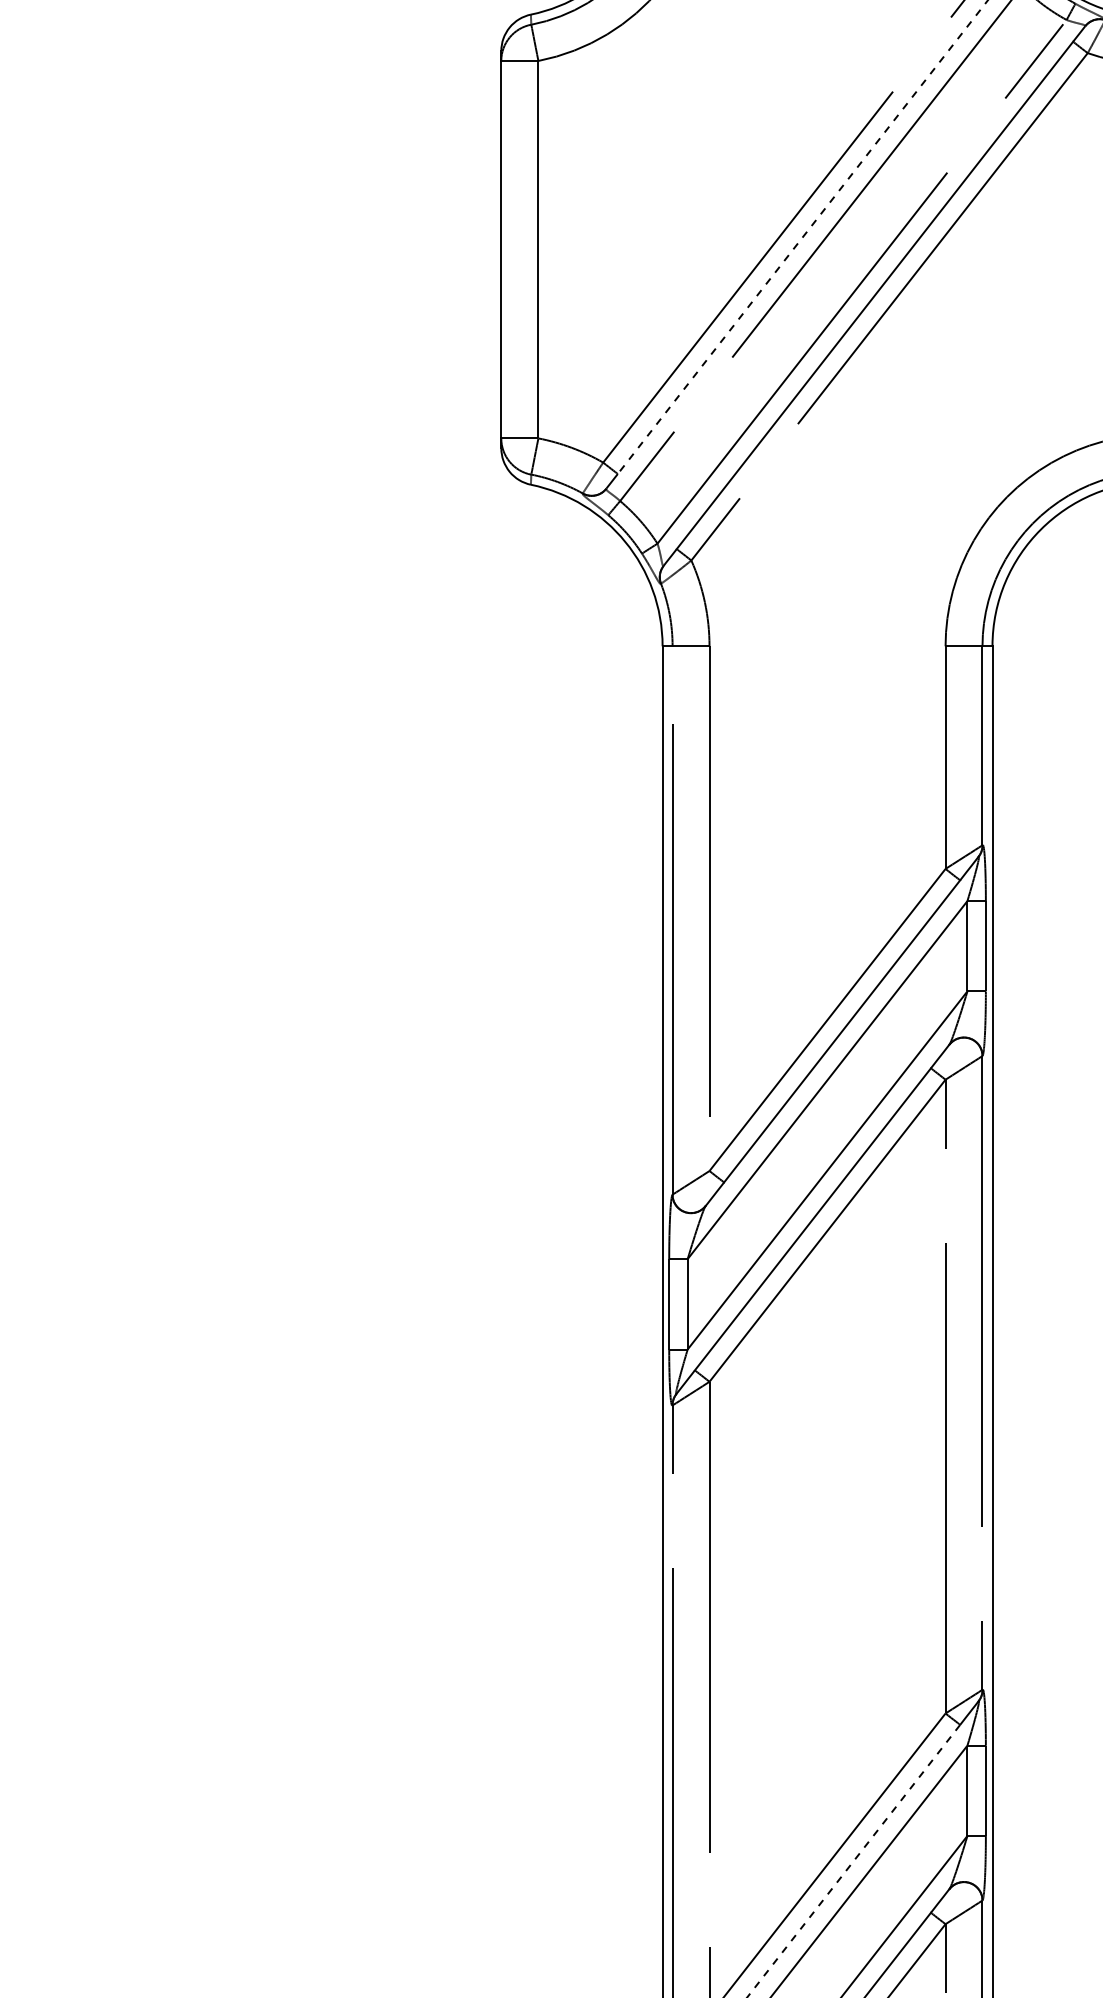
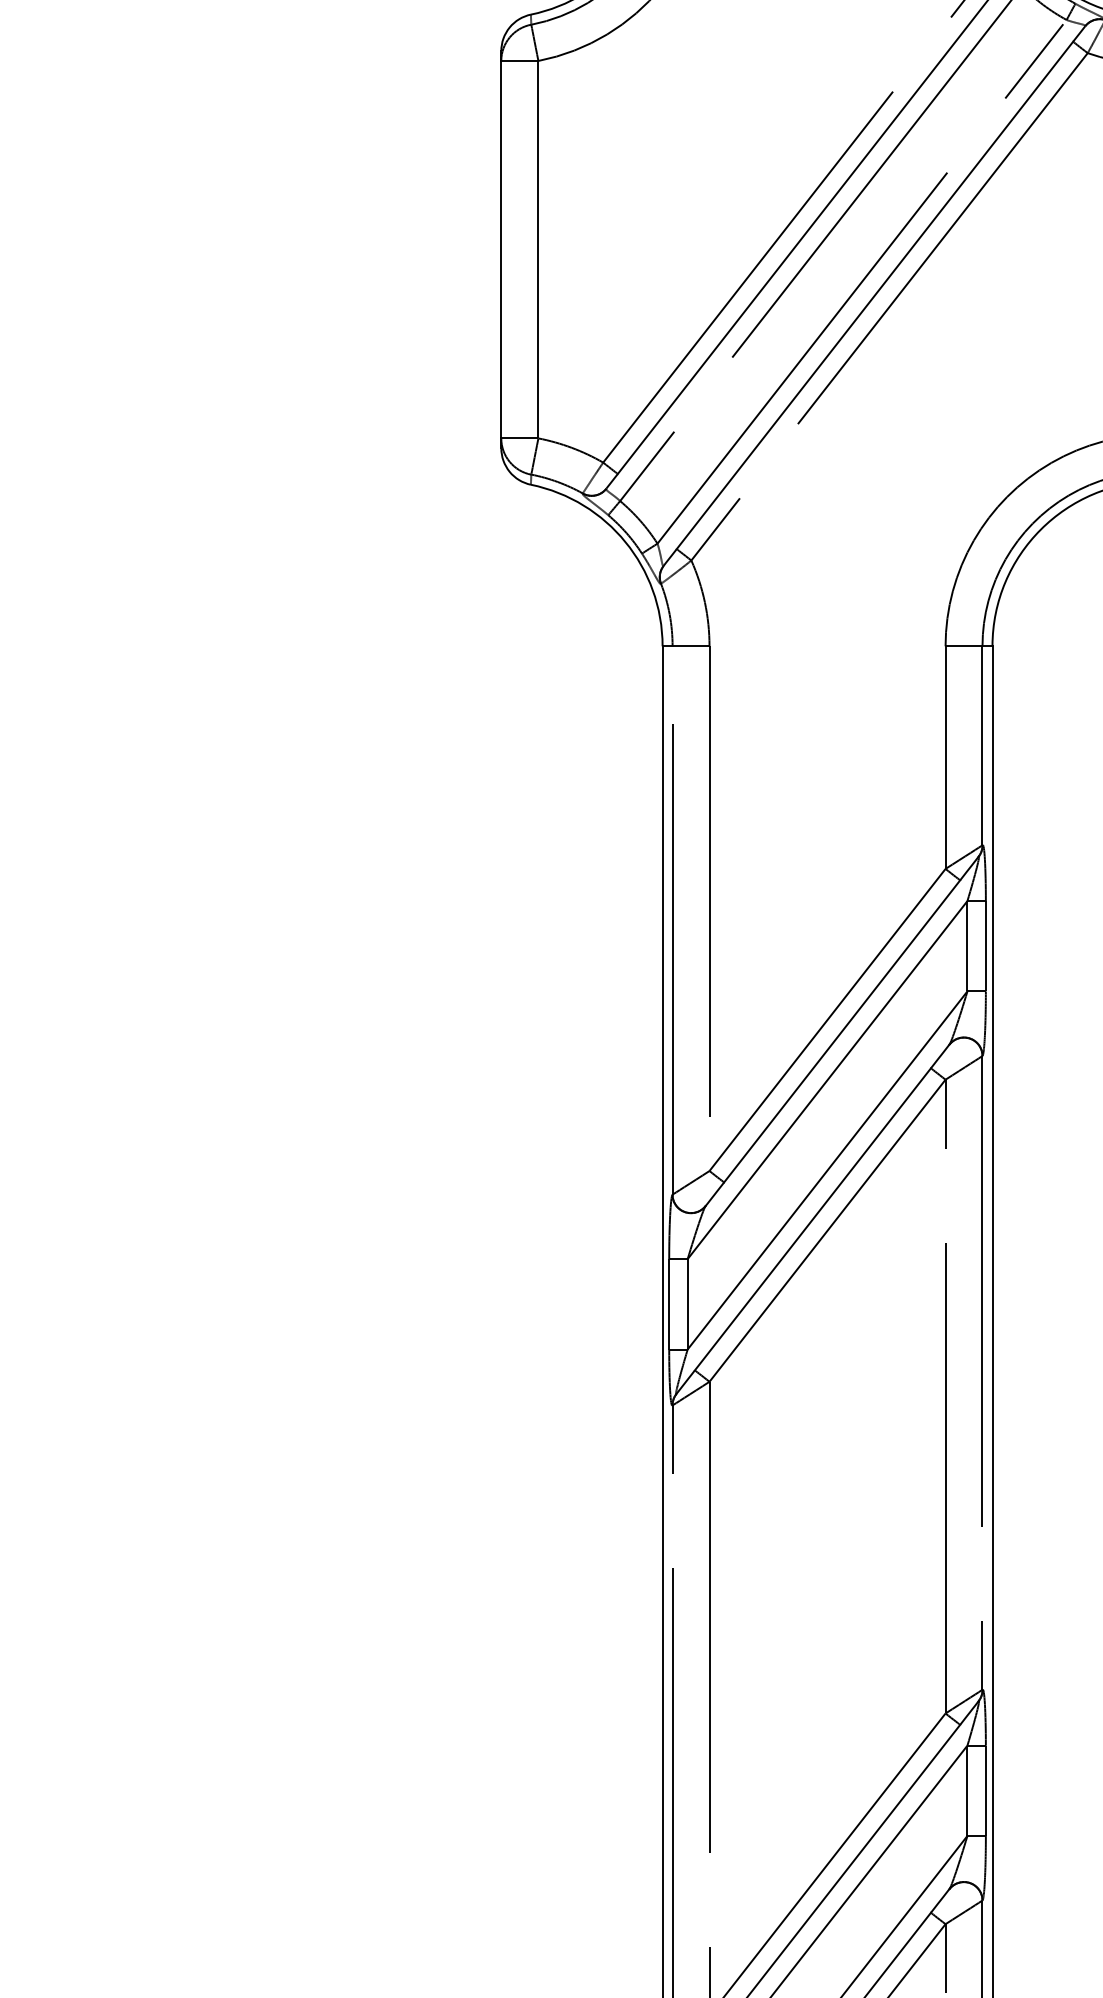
line at (802, 237): dashed -> solid
line at (853, 1861): dashed -> solid
